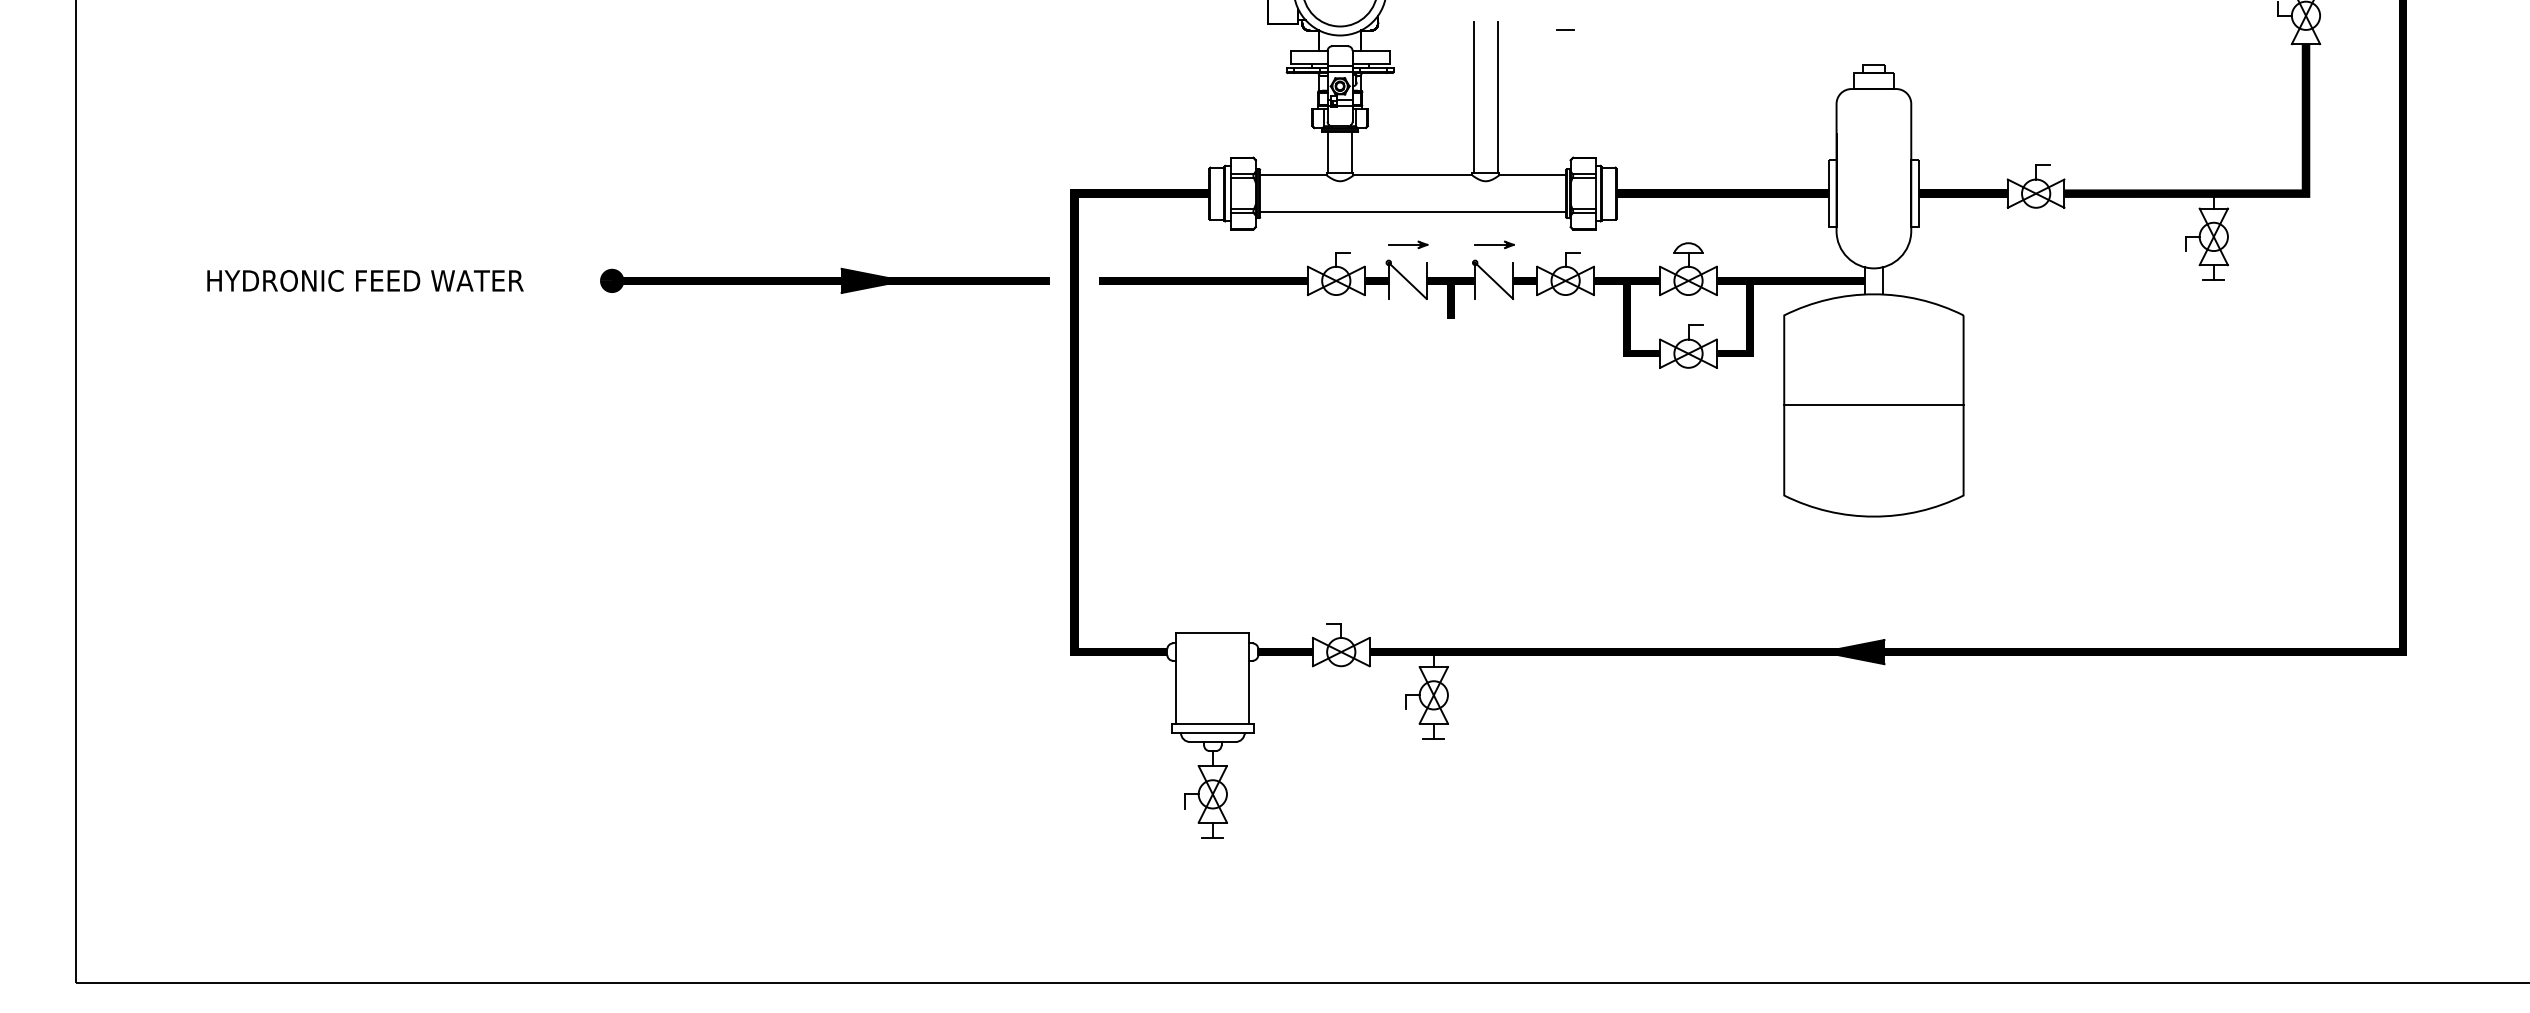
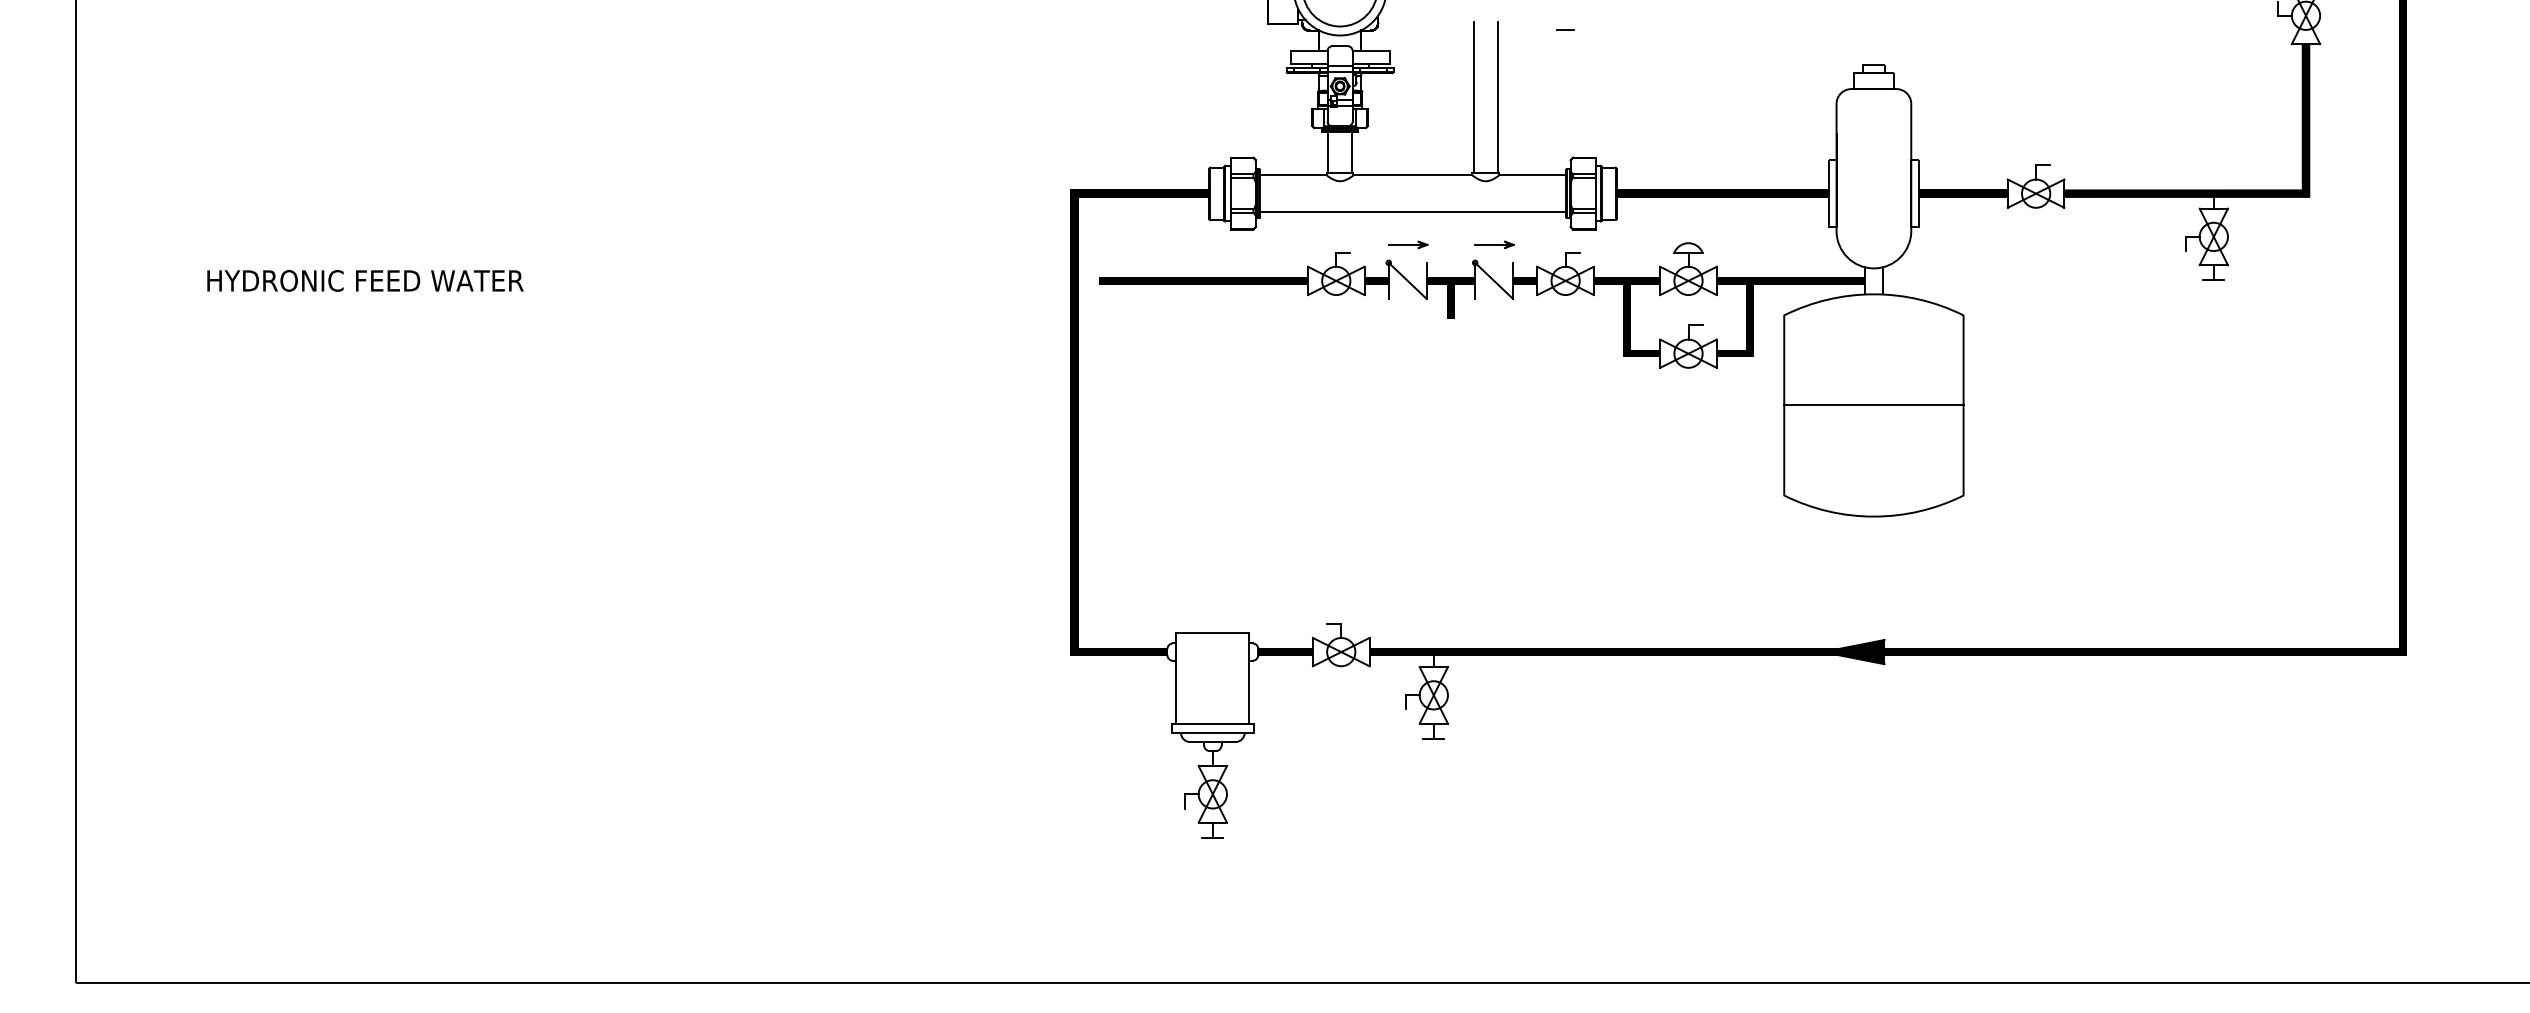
part at (824, 280): present -> none
